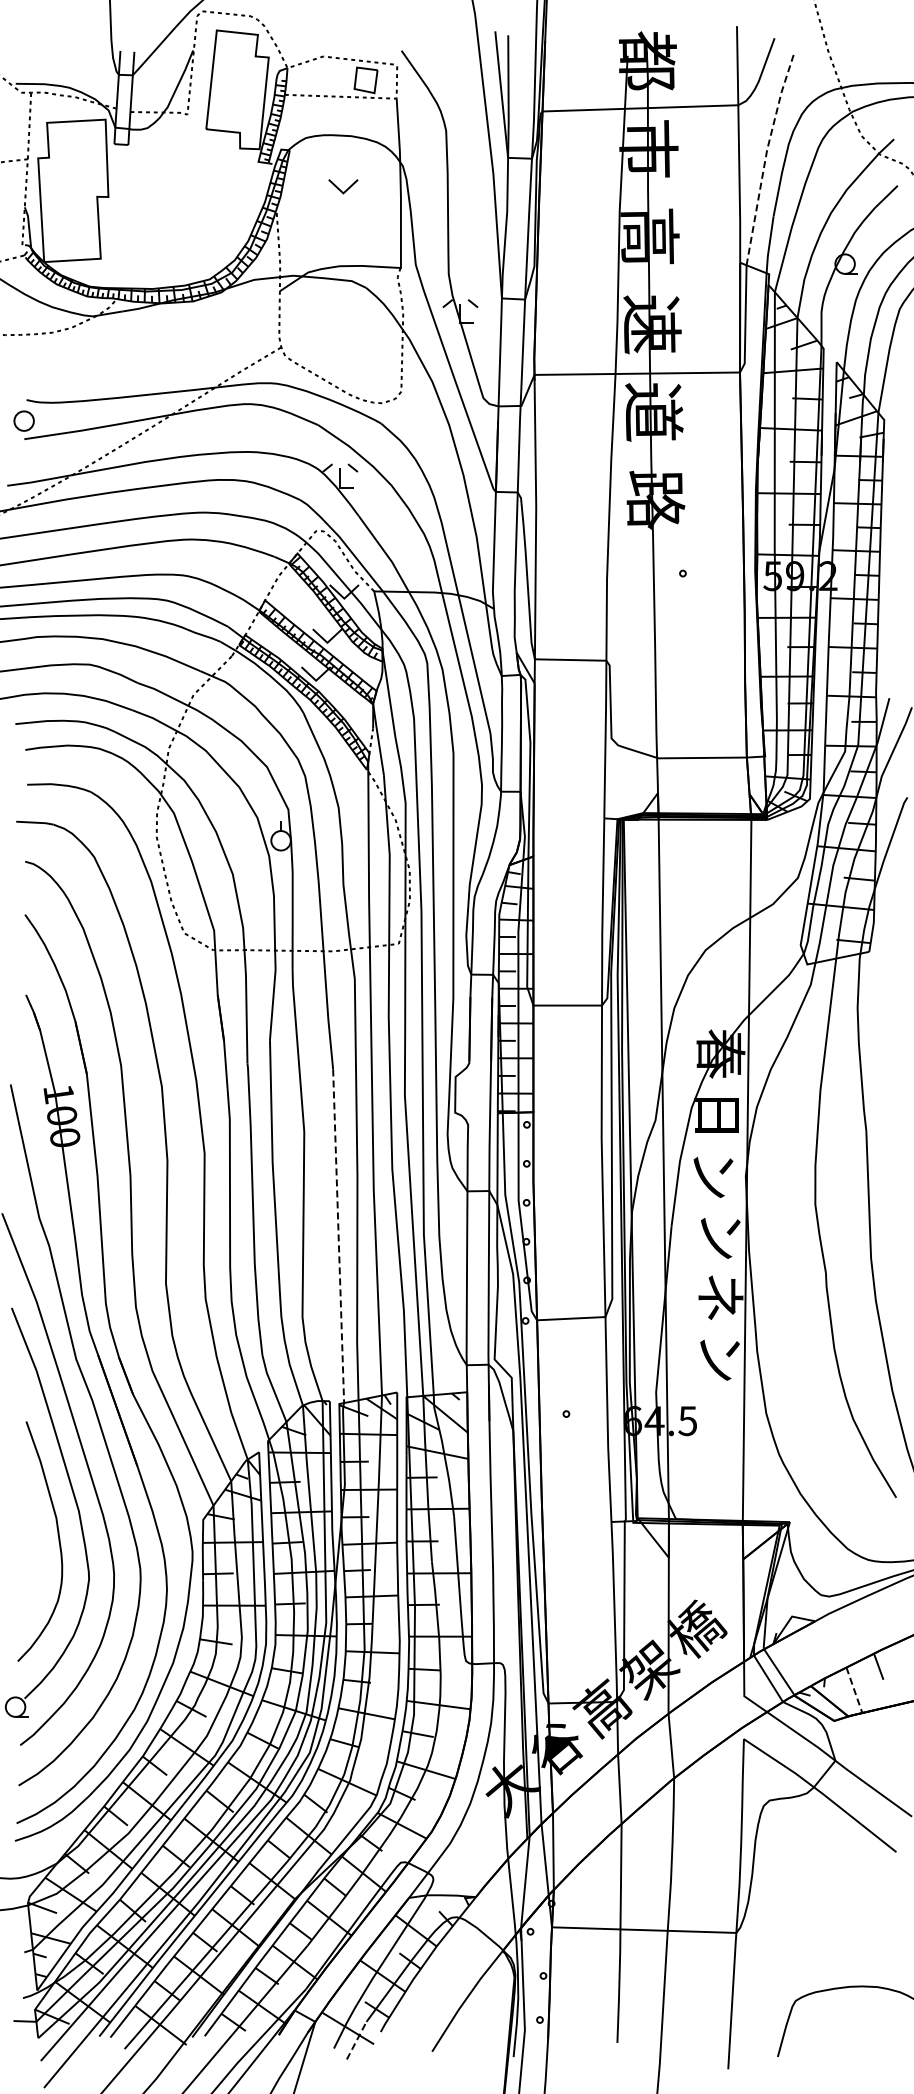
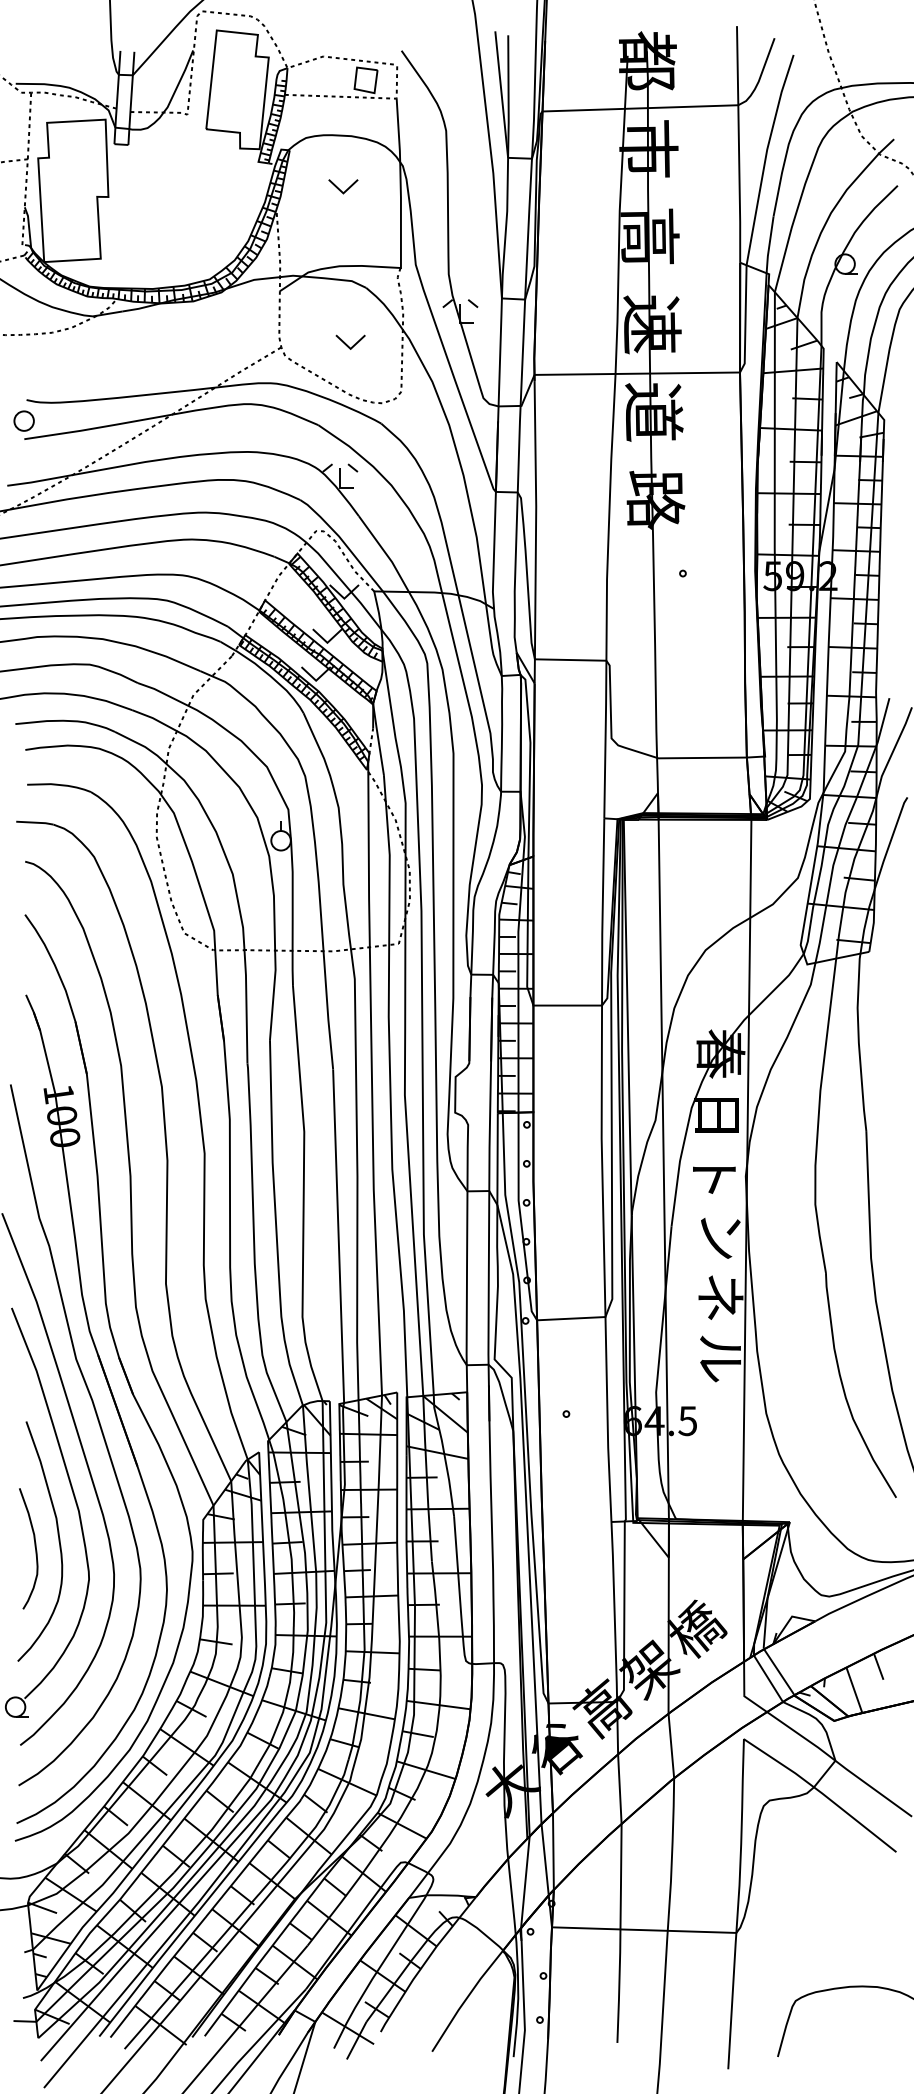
line at (765, 158): dashed -> solid
part at (350, 341): none -> present
text at (714, 1177): ン -> ト
line at (338, 1236): dashed -> solid
text at (720, 1358): ン -> ル
curve at (34, 1547): none -> present
line at (854, 1690): dashed -> solid
line at (356, 2040): dashed -> solid
